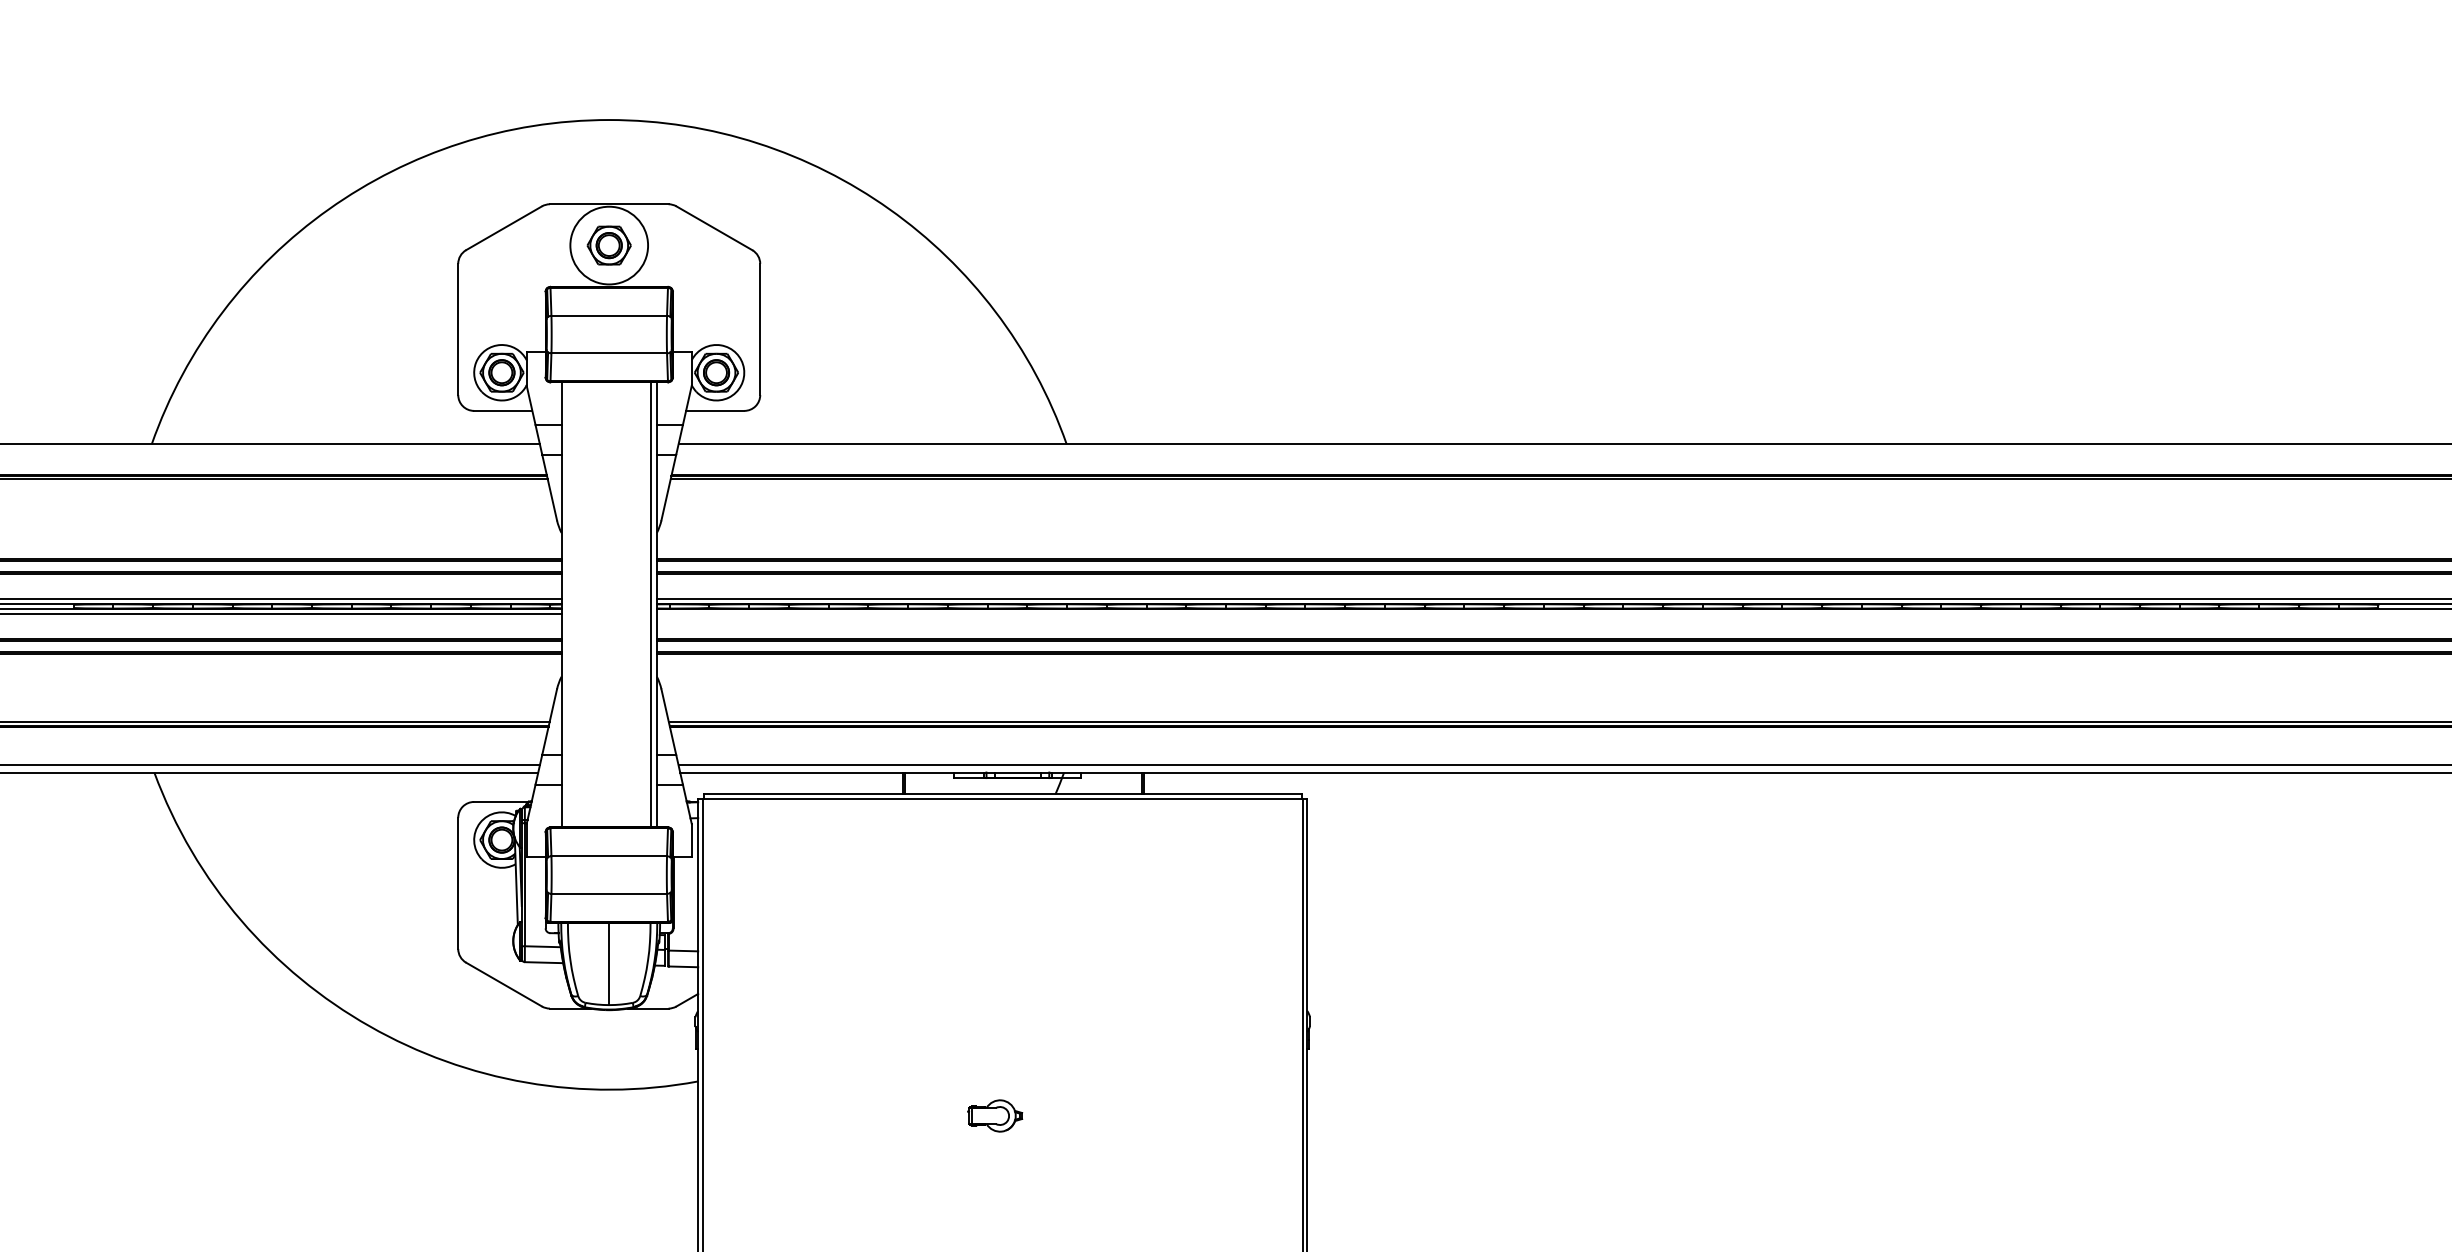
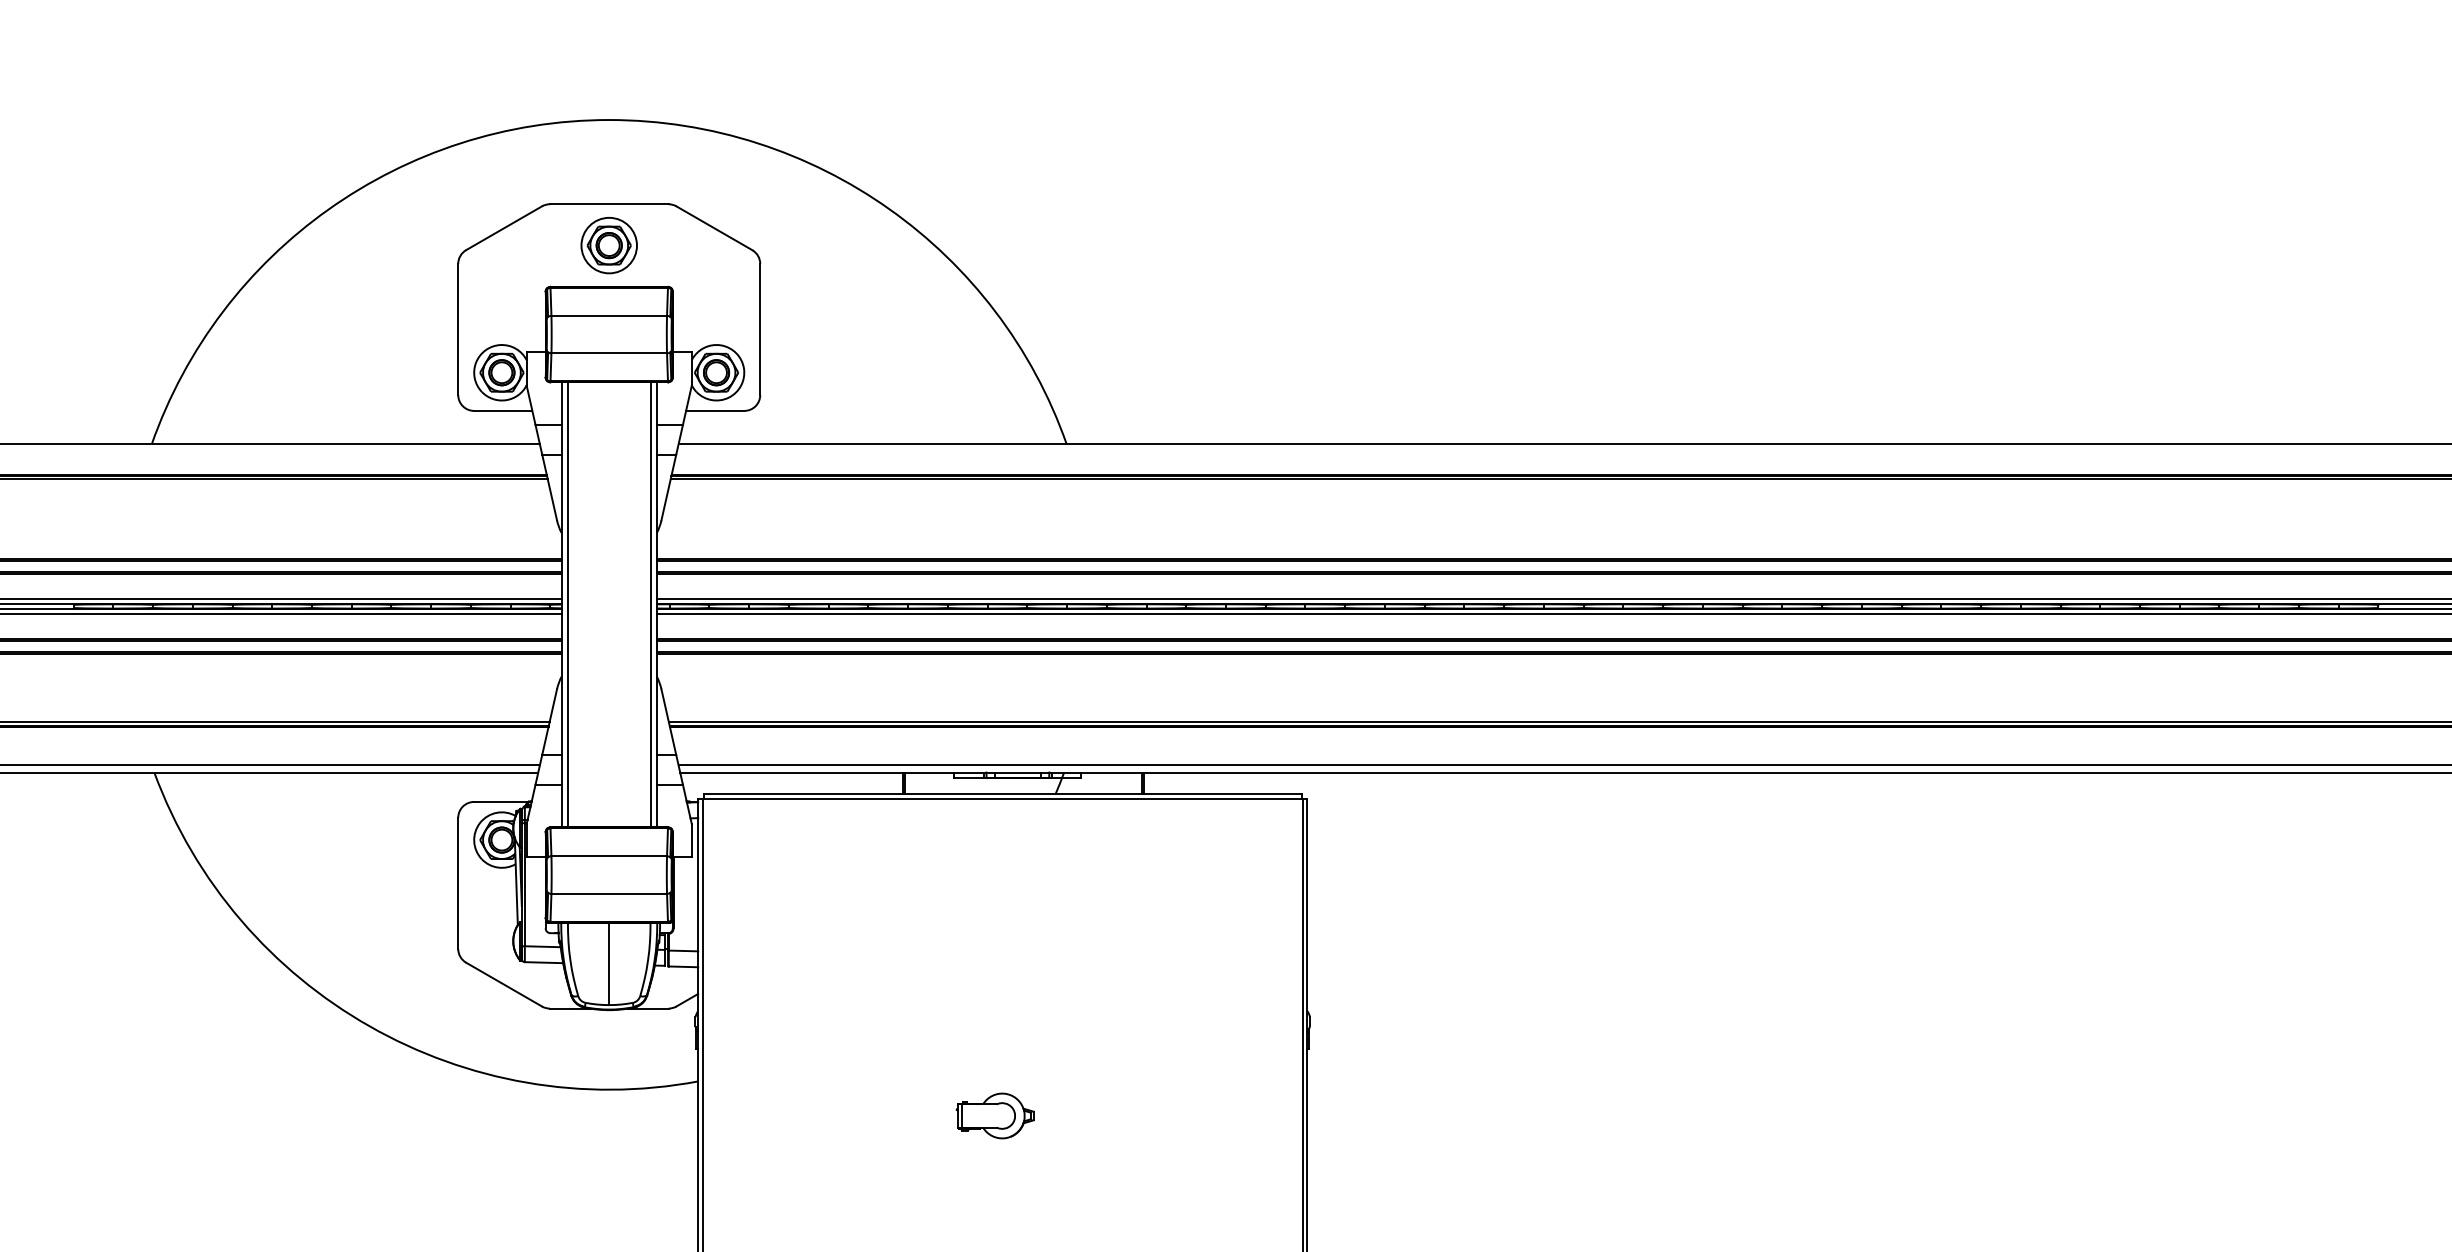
circle at (609, 245) diameter: 78 px -> 56 px
line at (567, 604): none -> present
line at (1552, 613): none -> present
part at (995, 1115) size: 57x34 px -> 80x48 px
